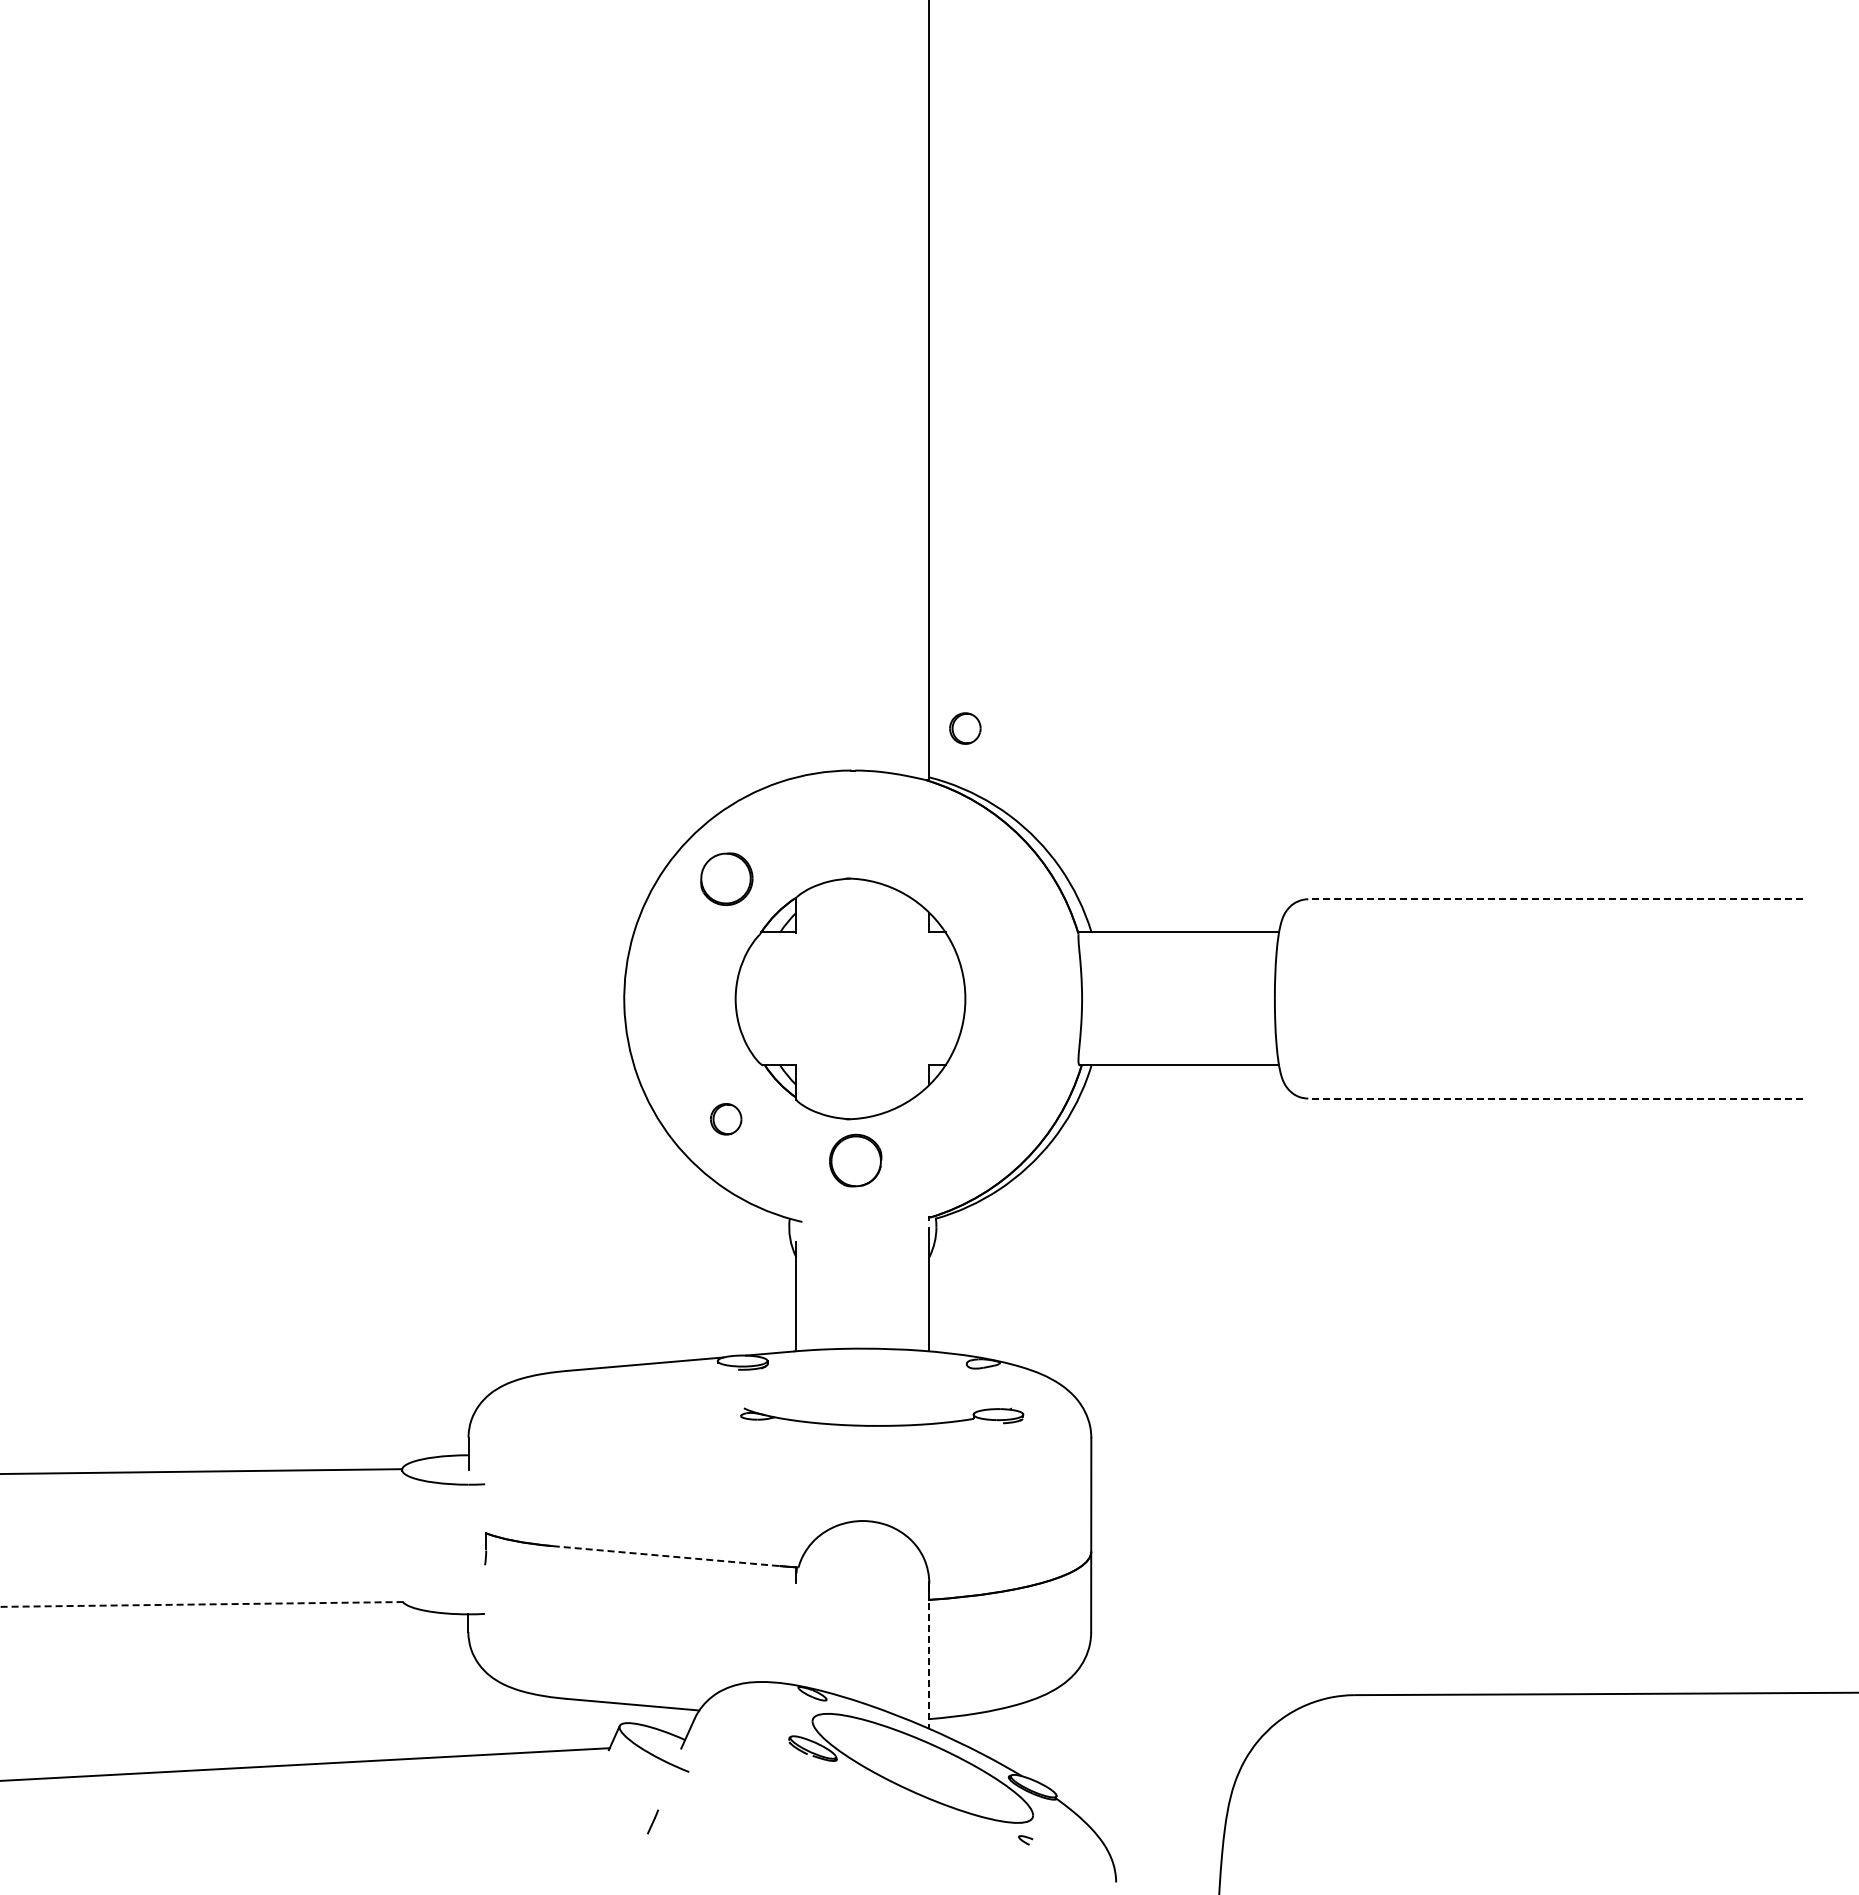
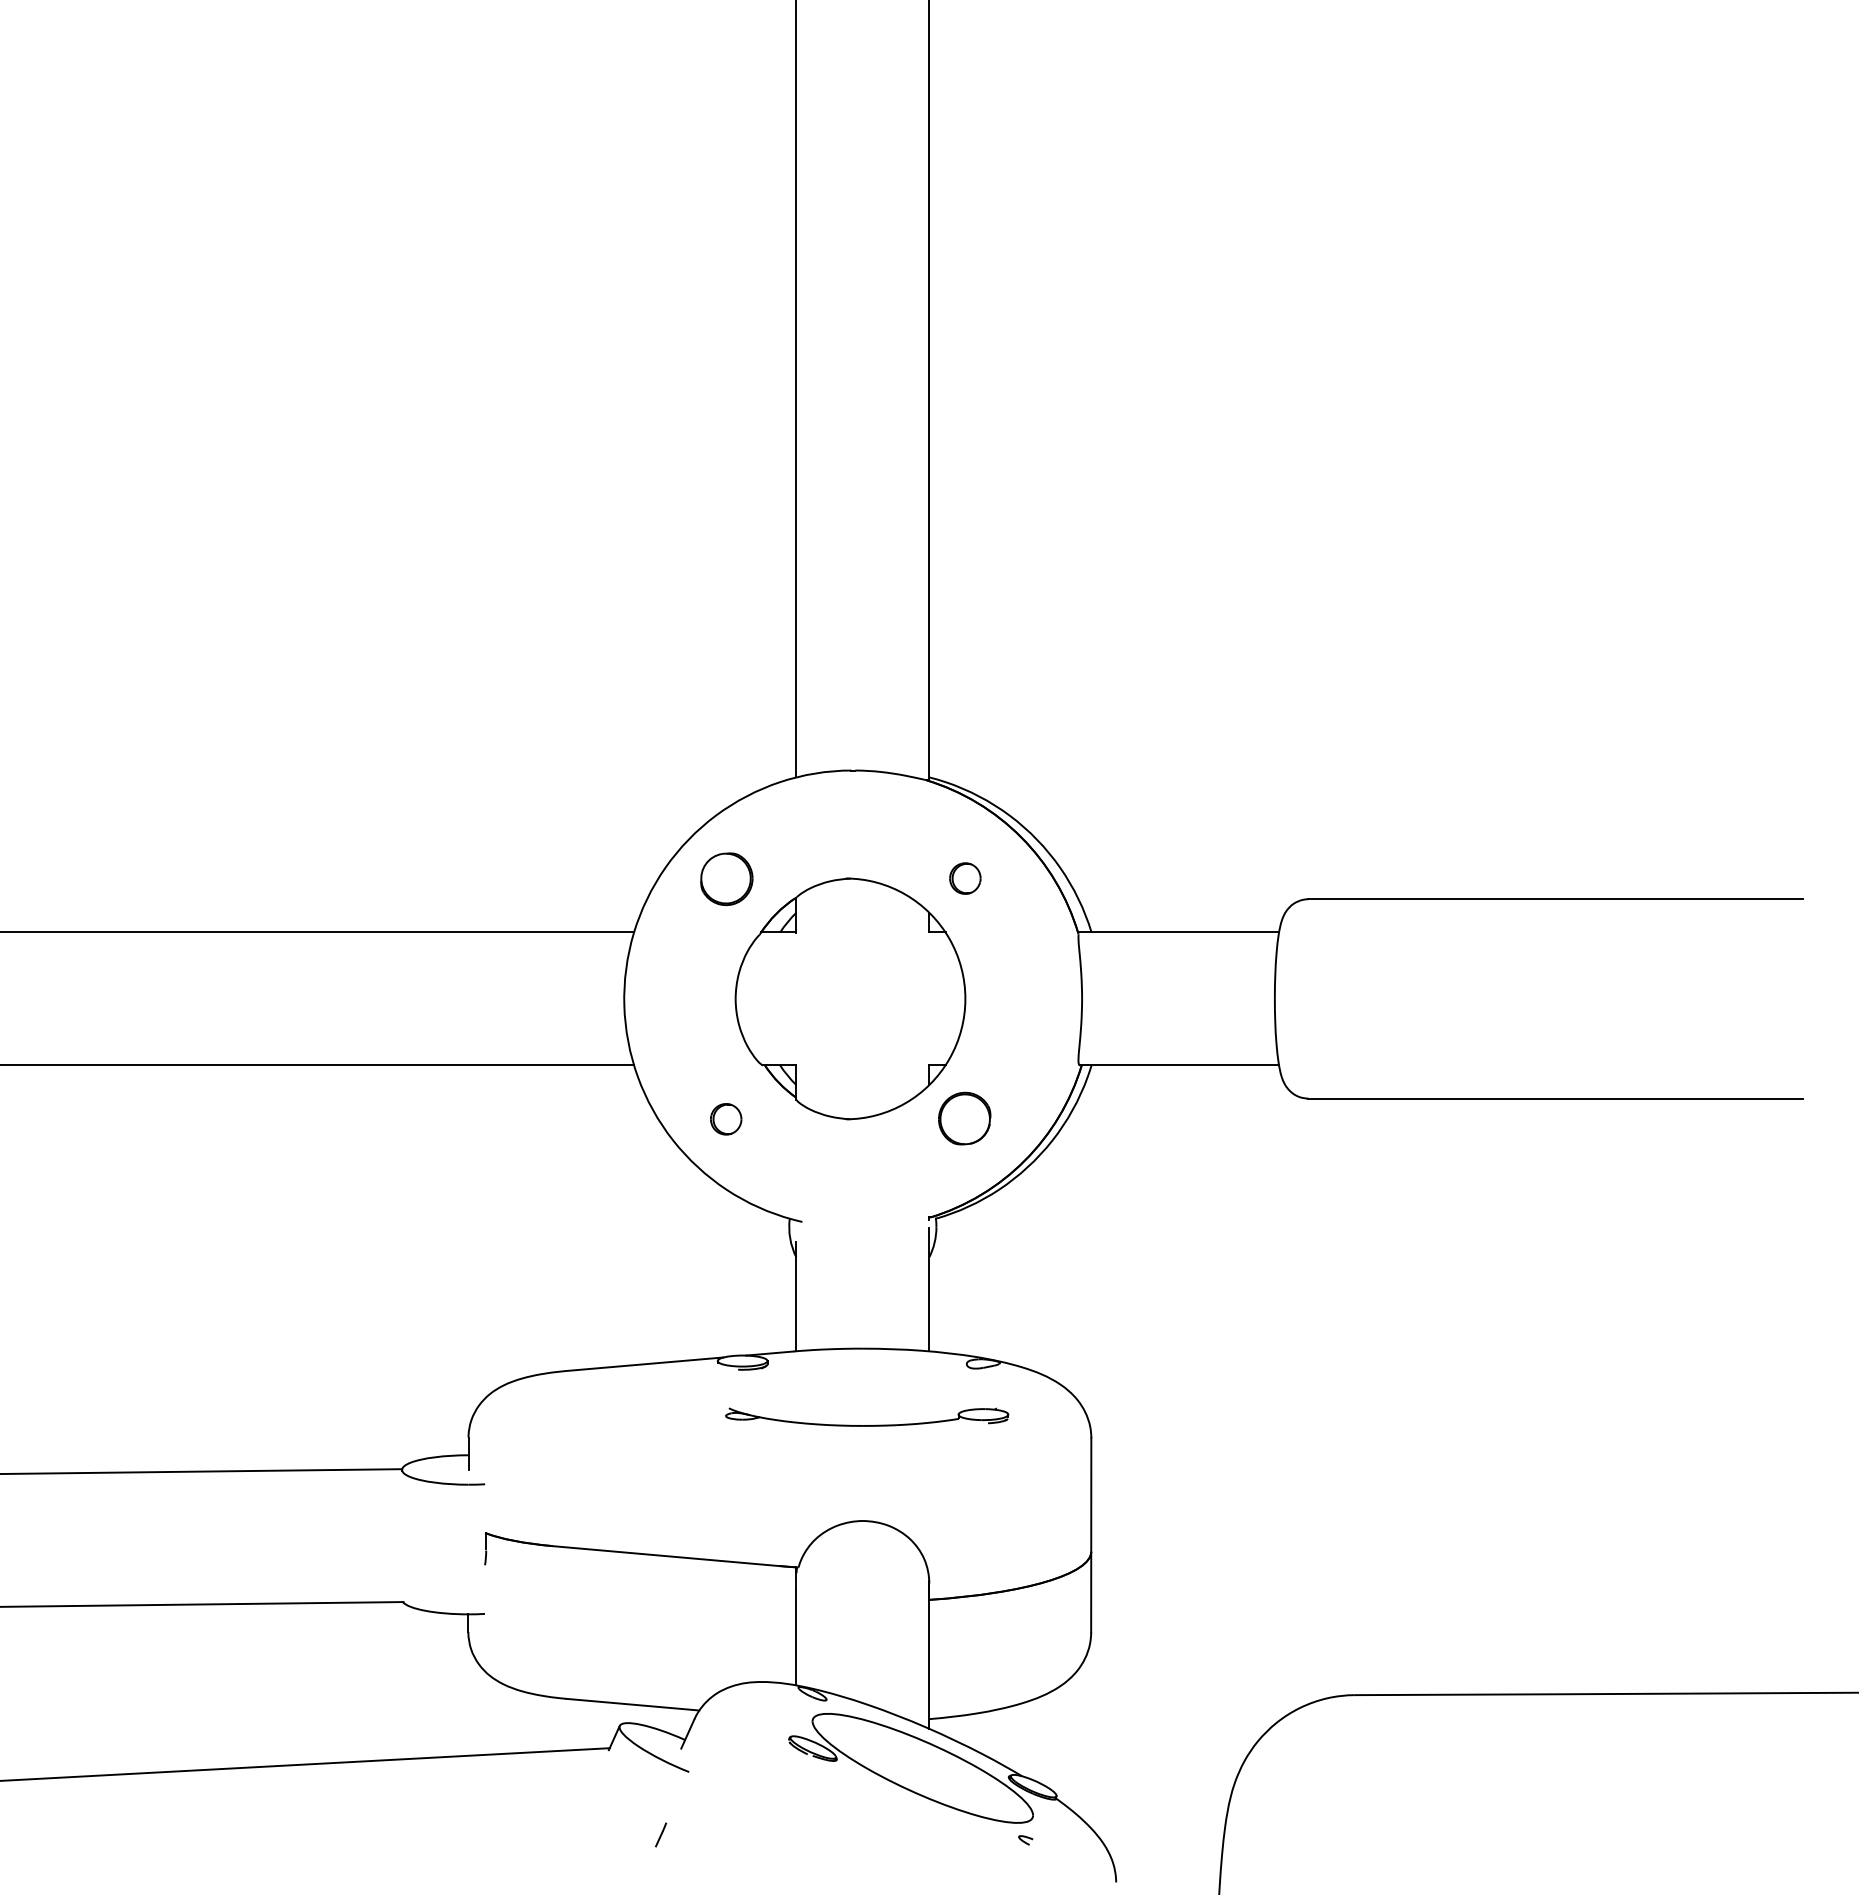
line at (796, 389): none -> present
part at (965, 728) position: (965, 728) -> (965, 878)
line at (1555, 899): dashed -> solid
line at (318, 932): none -> present
line at (318, 1065): none -> present
line at (1555, 1098): dashed -> solid
part at (855, 1160) position: (855, 1160) -> (964, 1118)
part at (882, 1425) position: (882, 1425) -> (867, 1425)
line at (666, 1556): dashed -> solid
line at (201, 1604): dashed -> solid
line at (796, 1635): none -> present
line at (929, 1655): dashed -> solid
line at (653, 1821) position: (653, 1821) -> (661, 1834)
